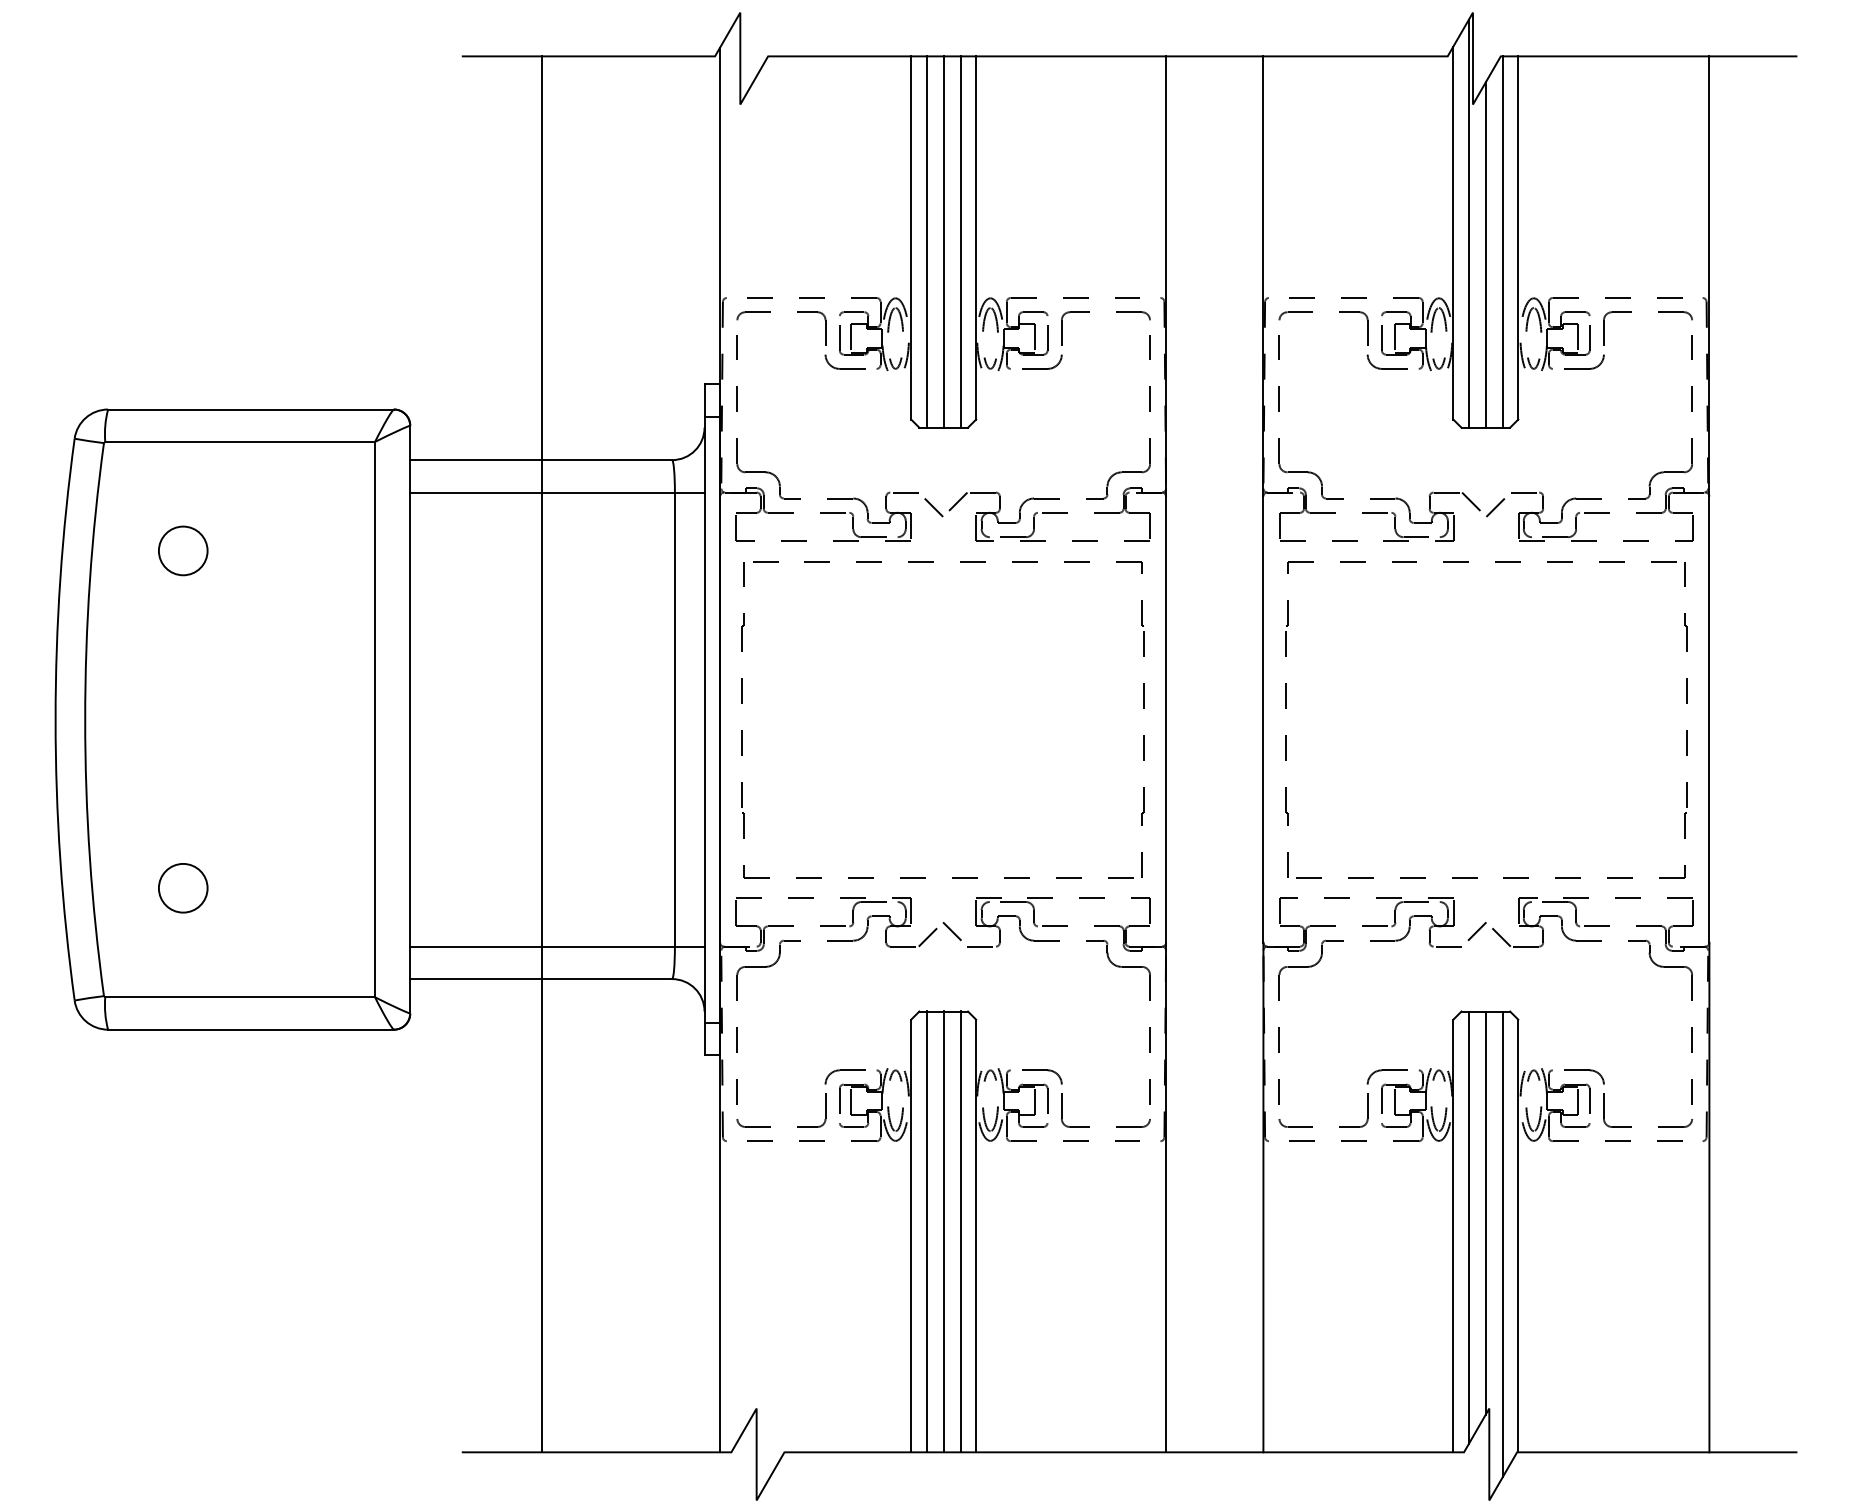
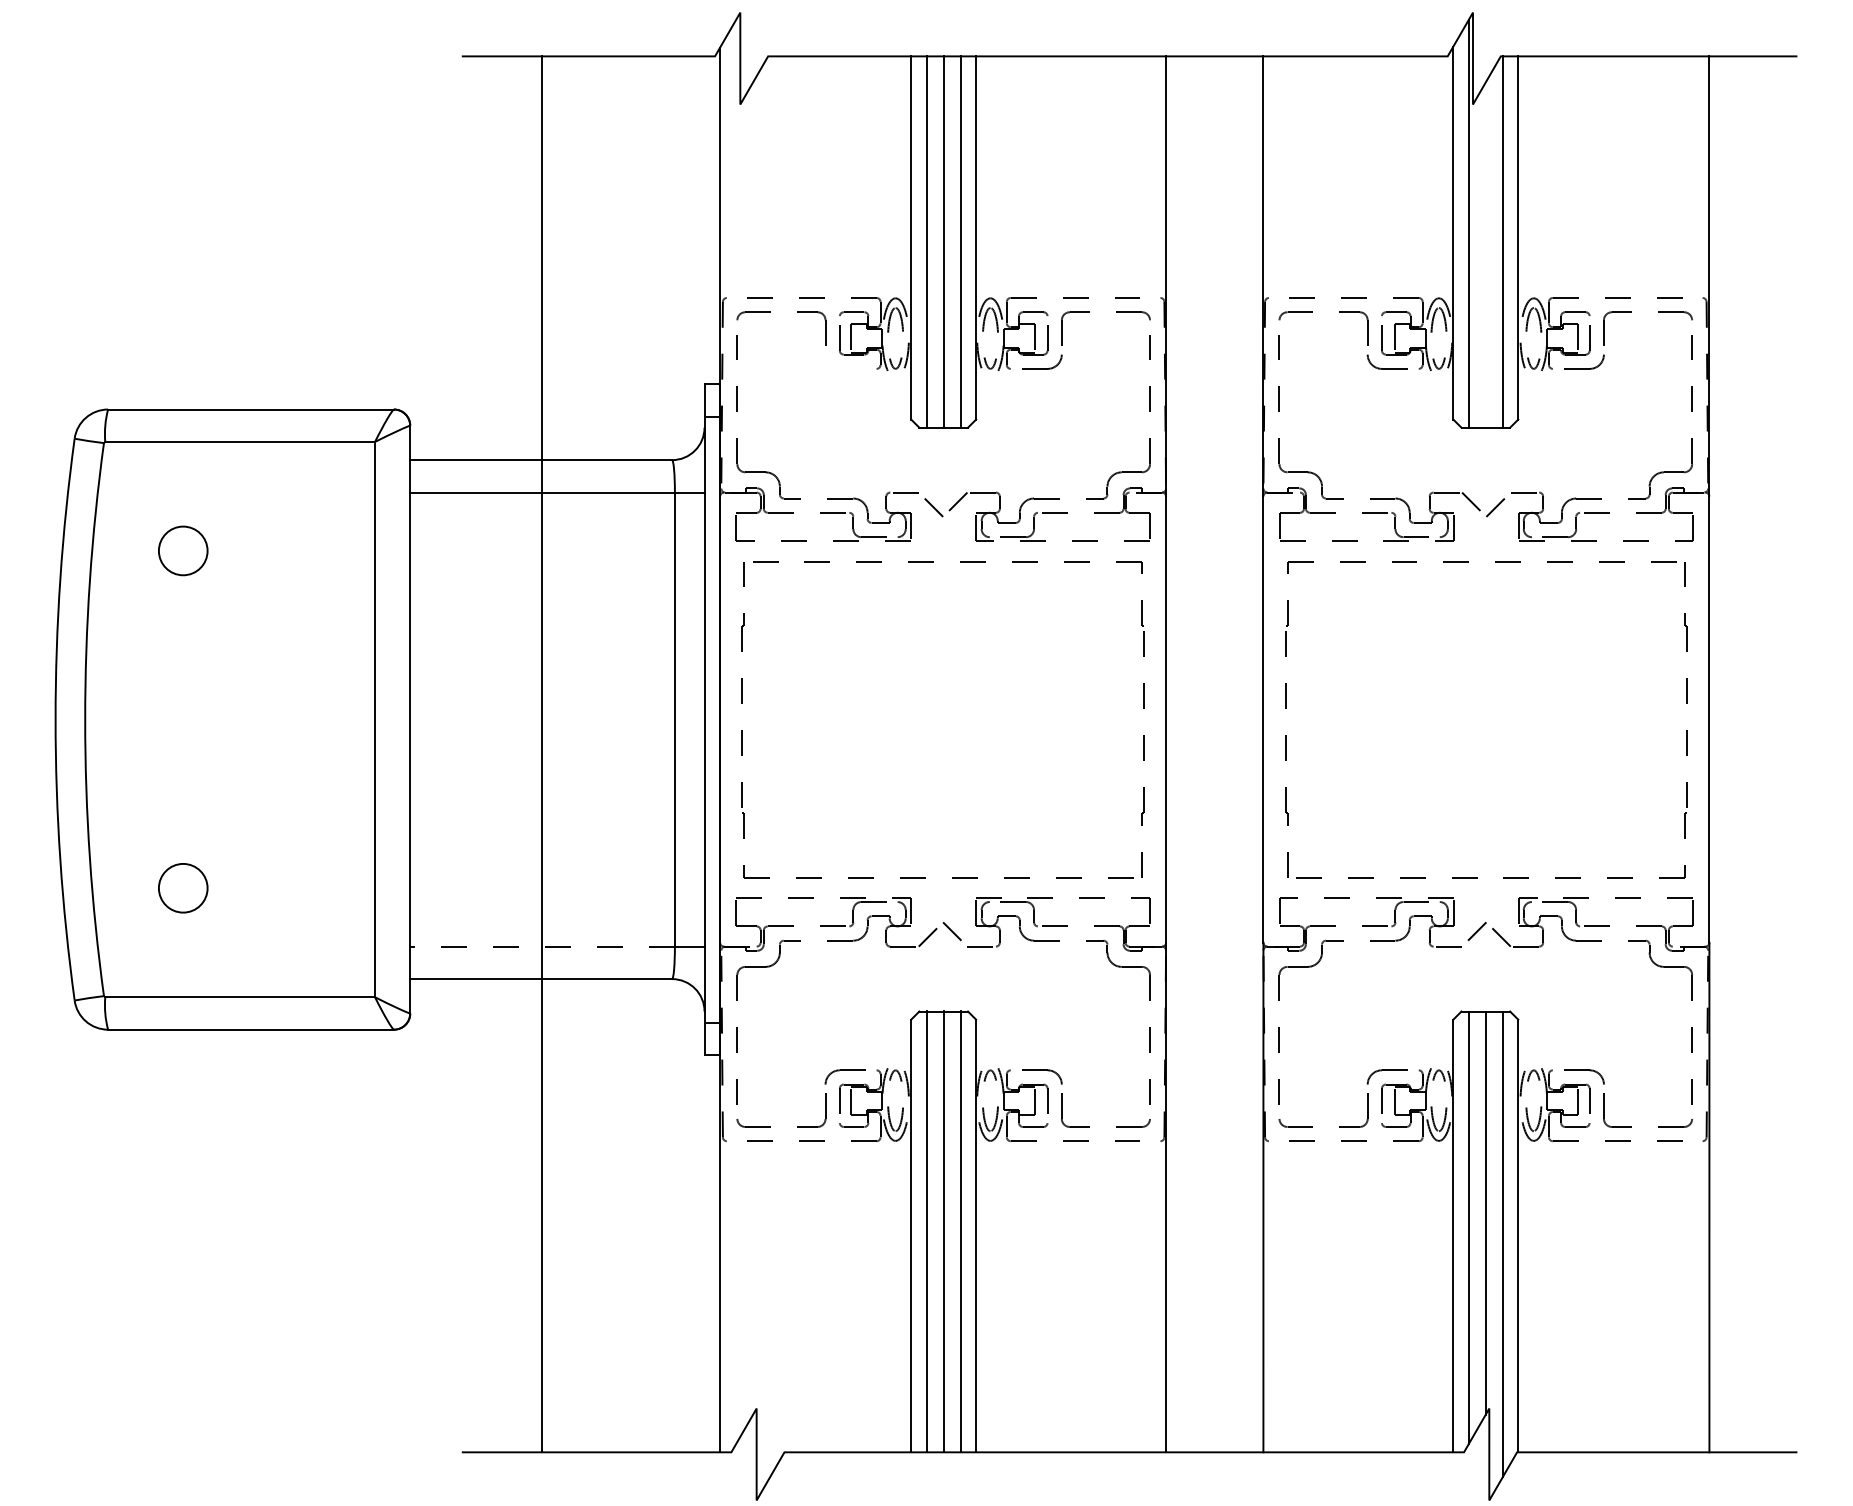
line at (1485, 254): present -> none
part at (844, 368): present -> none
line at (542, 946): solid -> dashed
